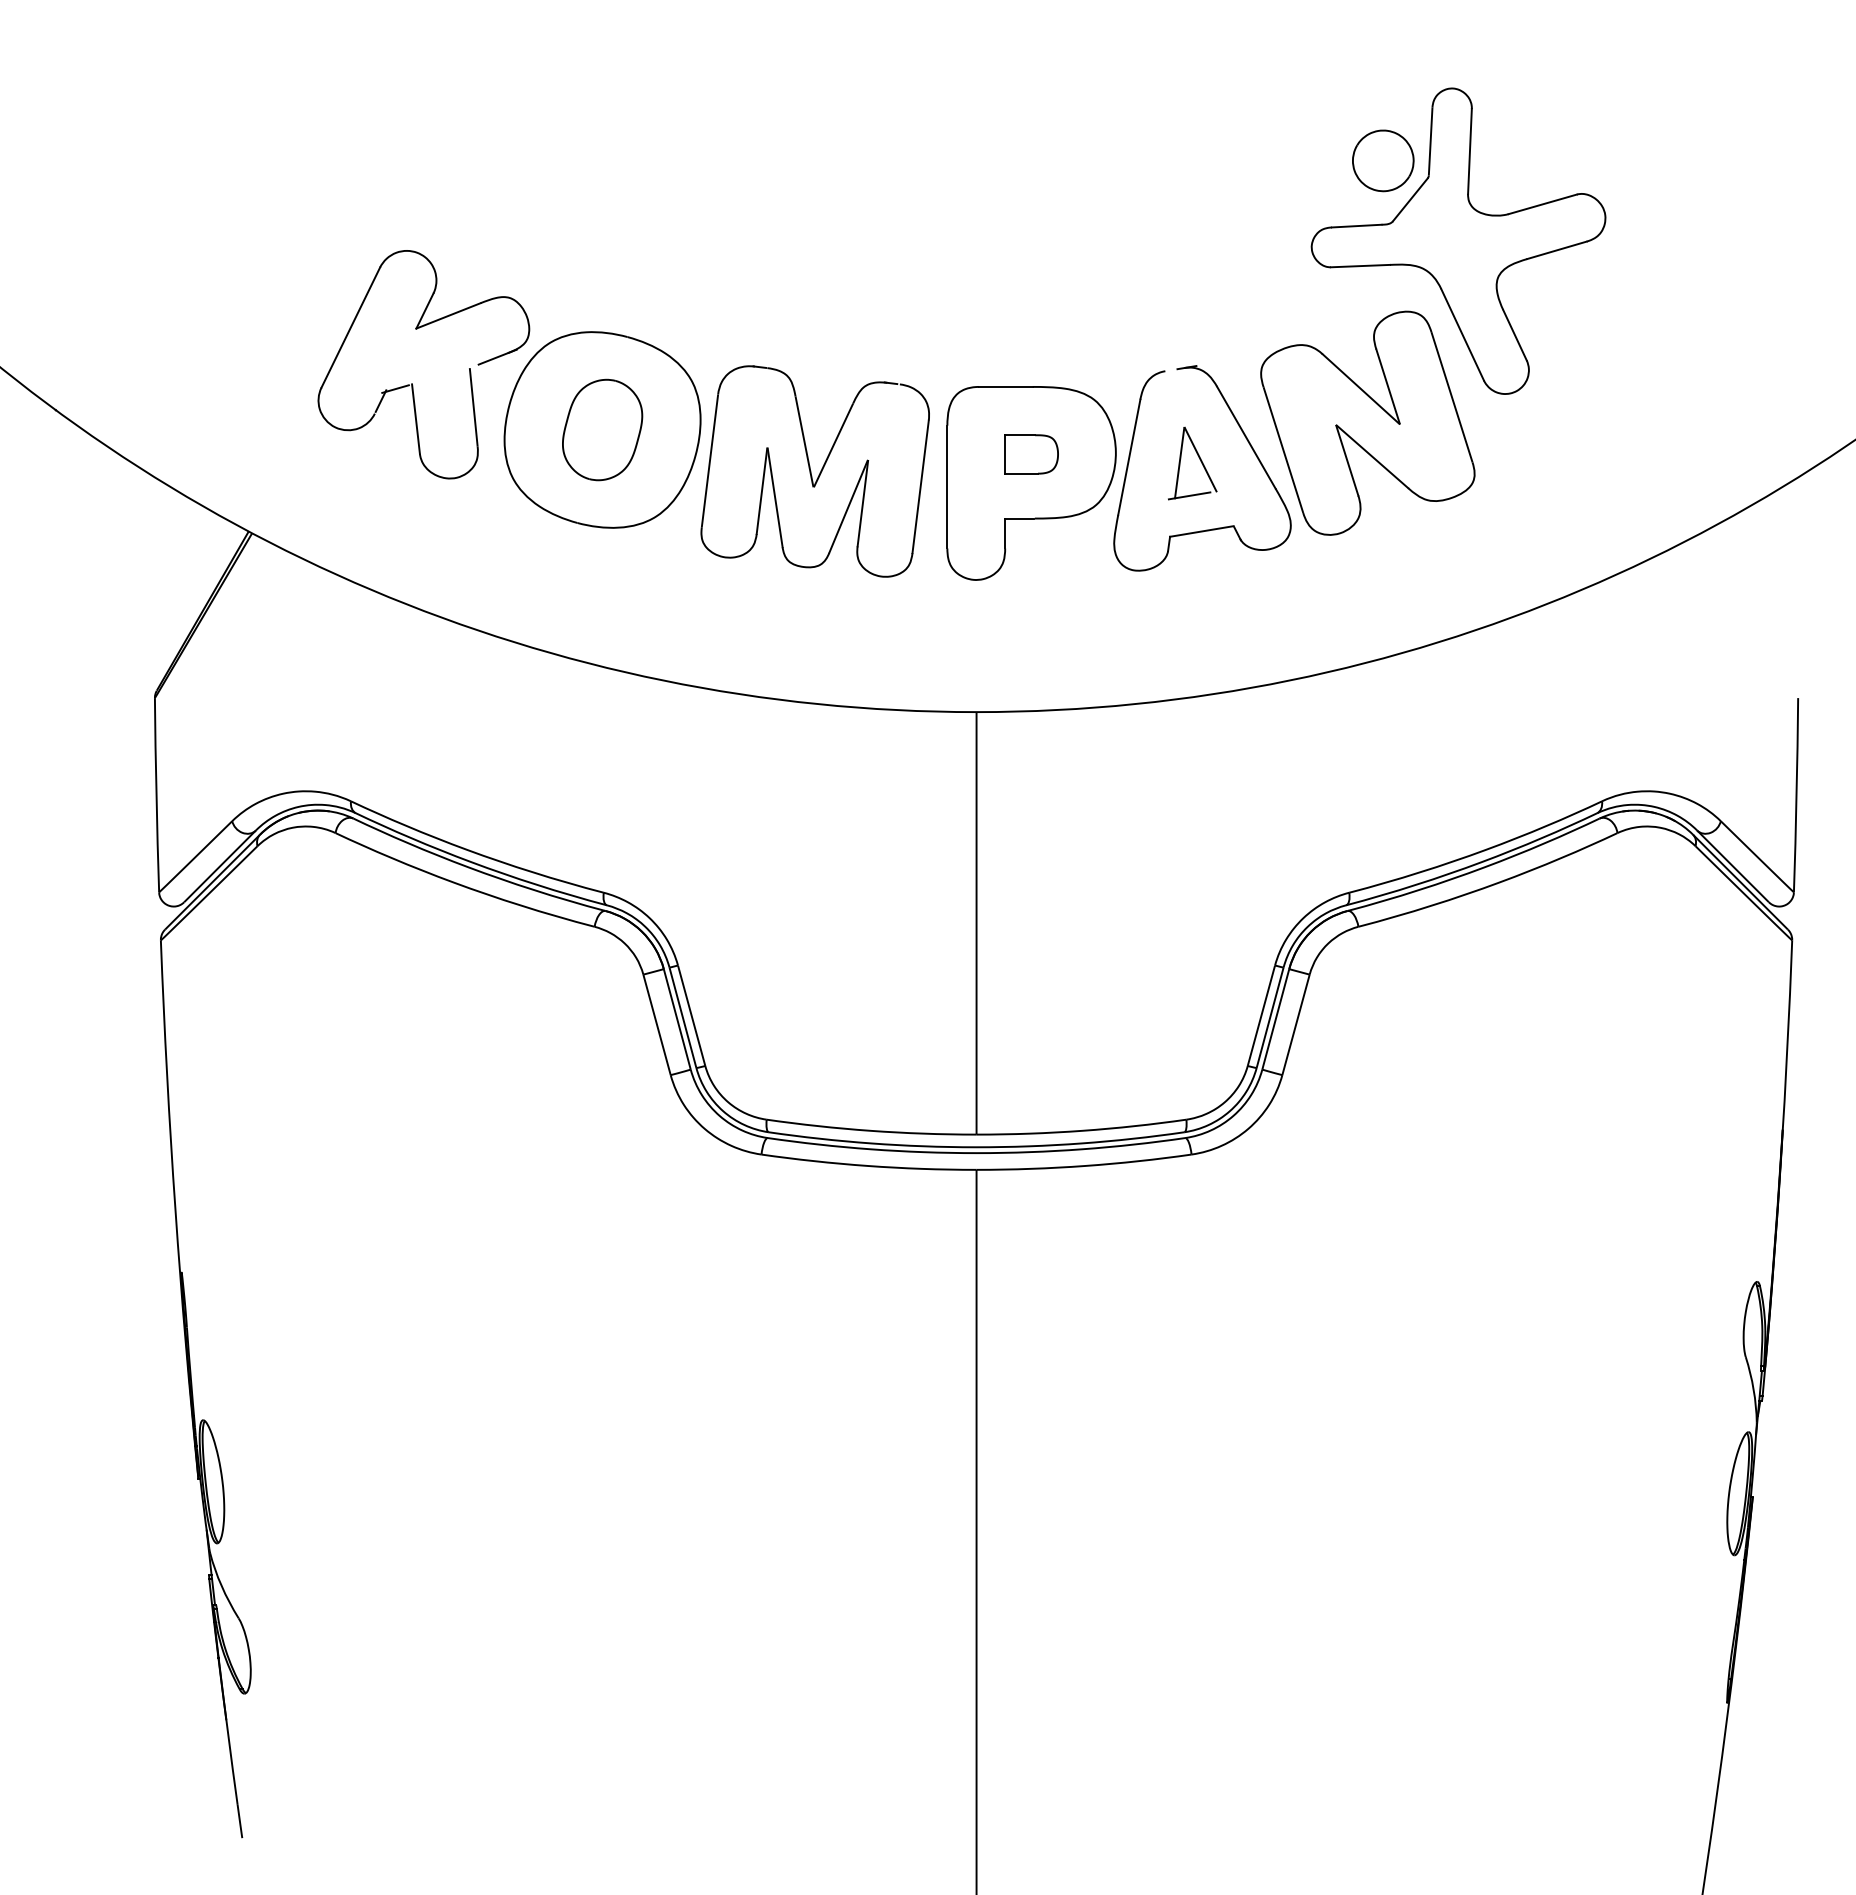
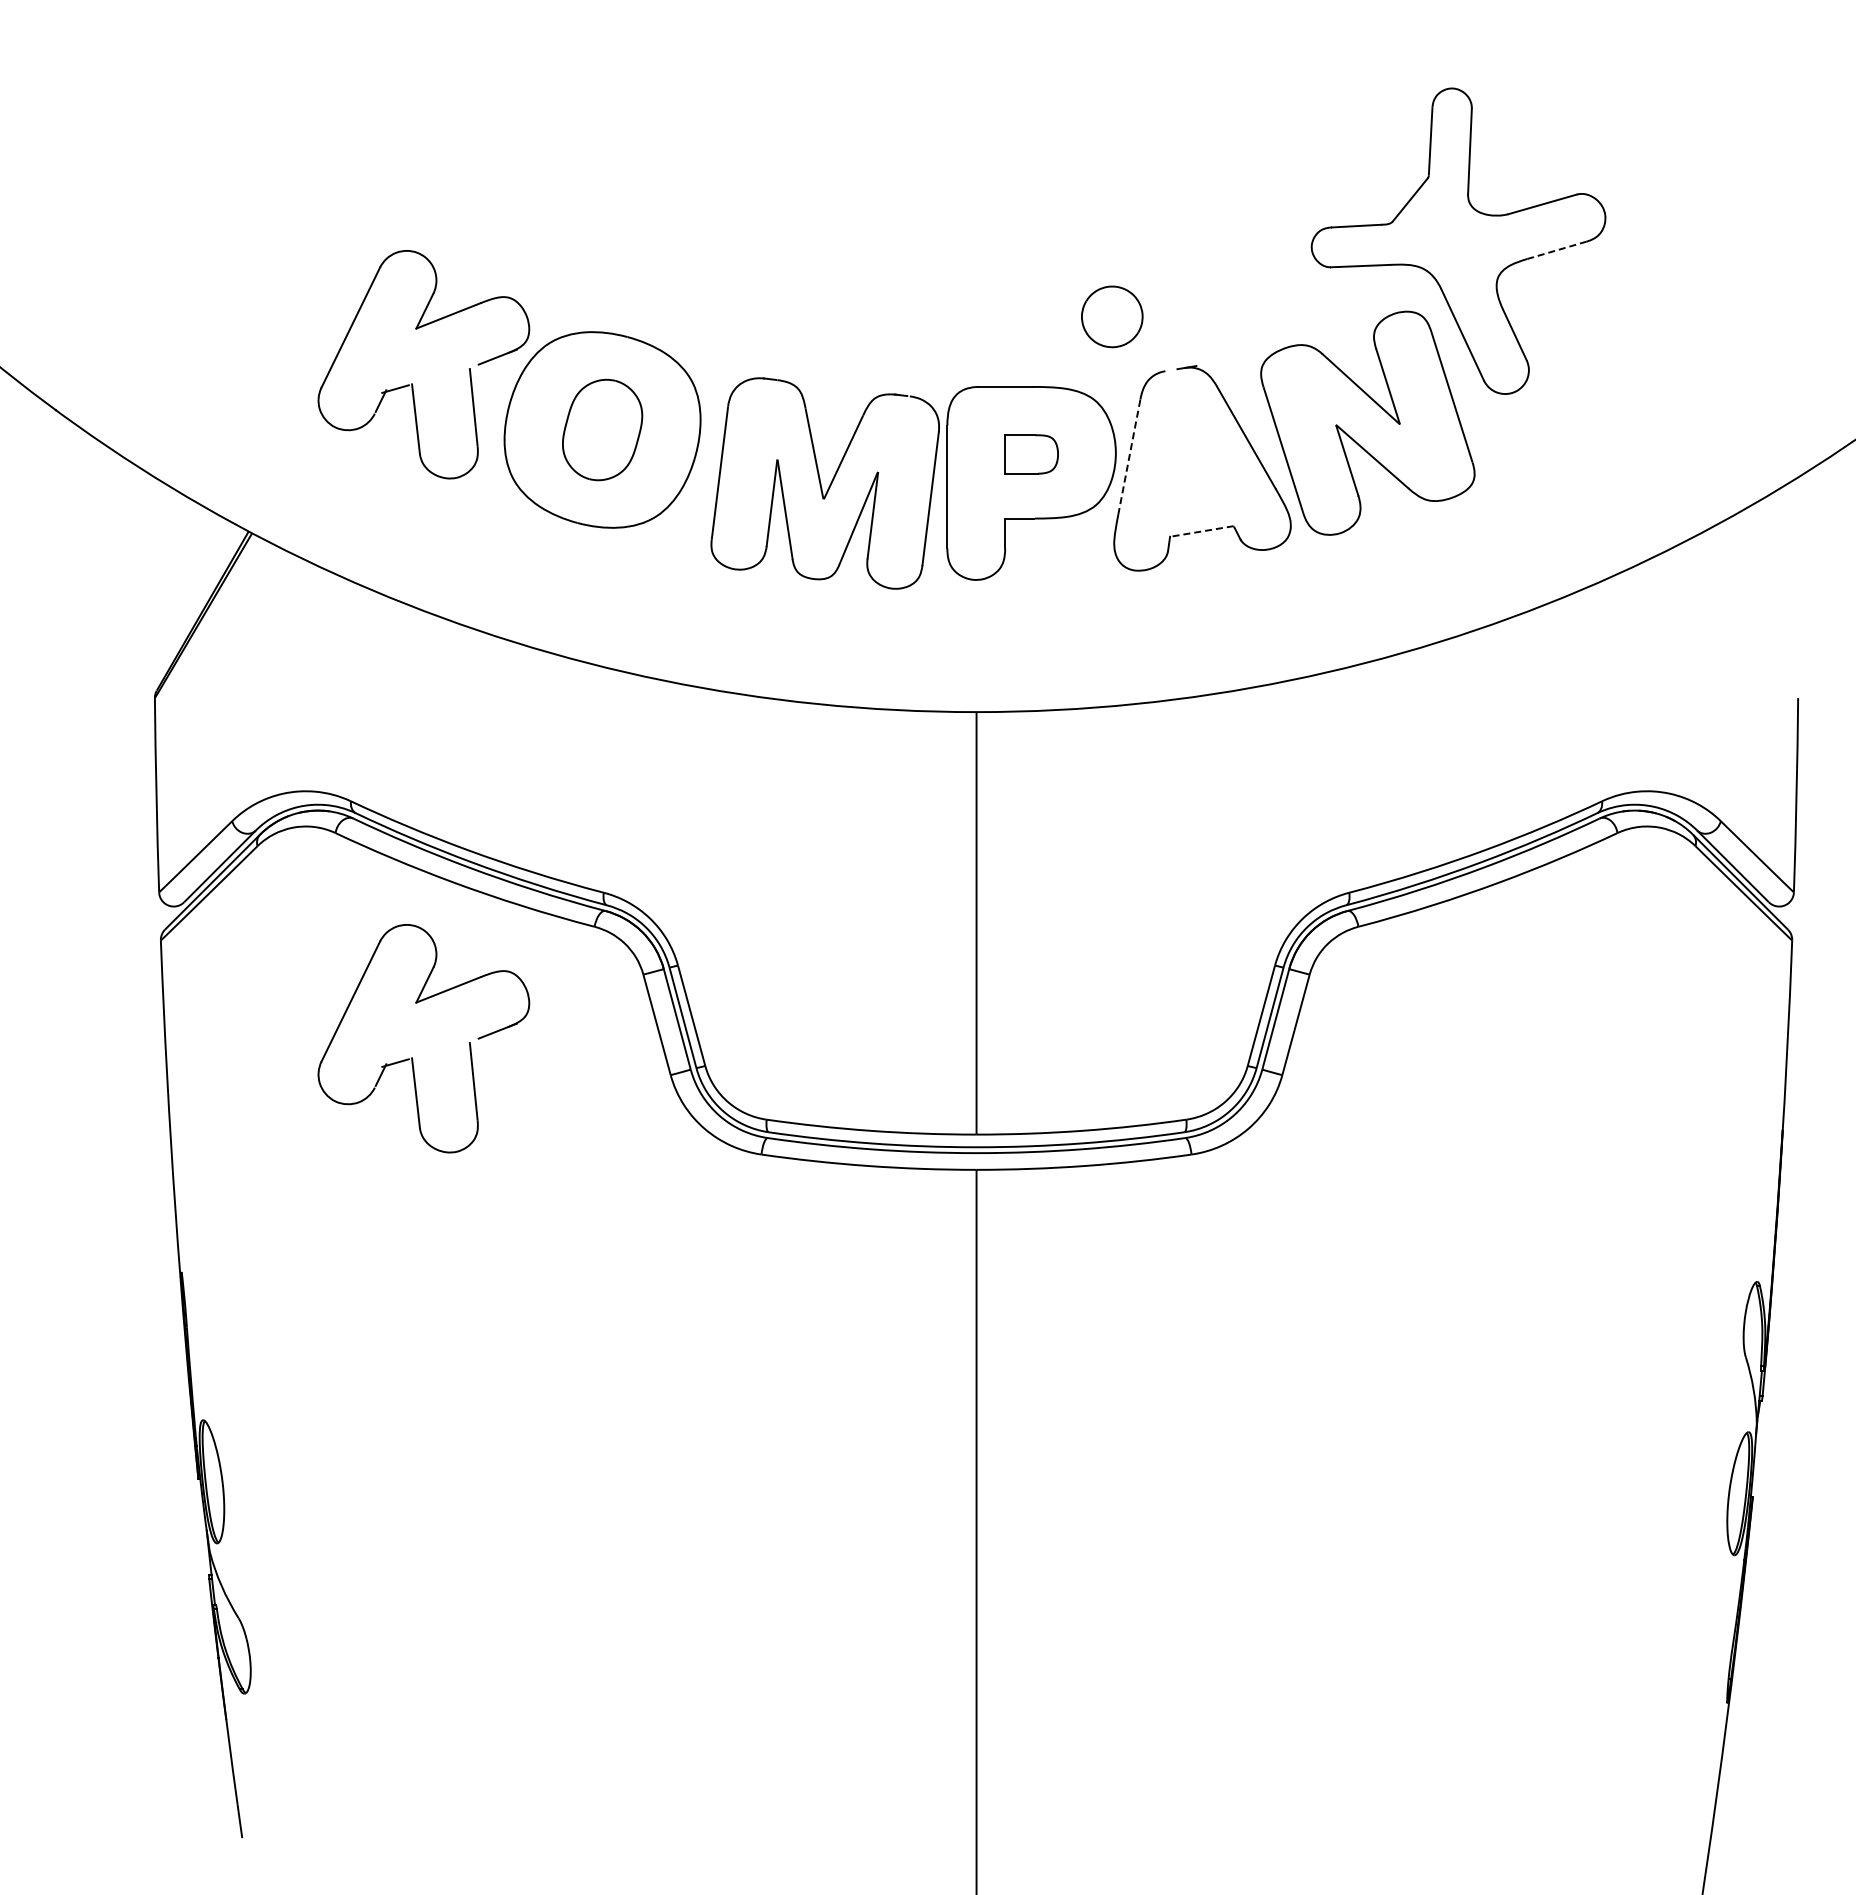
part at (1383, 160) position: (1383, 160) -> (1112, 316)
line at (1557, 250): solid -> dashed
line at (1129, 457): solid -> dashed
part at (1199, 459): present -> none
part at (814, 471) position: (814, 471) -> (824, 483)
line at (1201, 531): solid -> dashed
part at (412, 1057): none -> present
